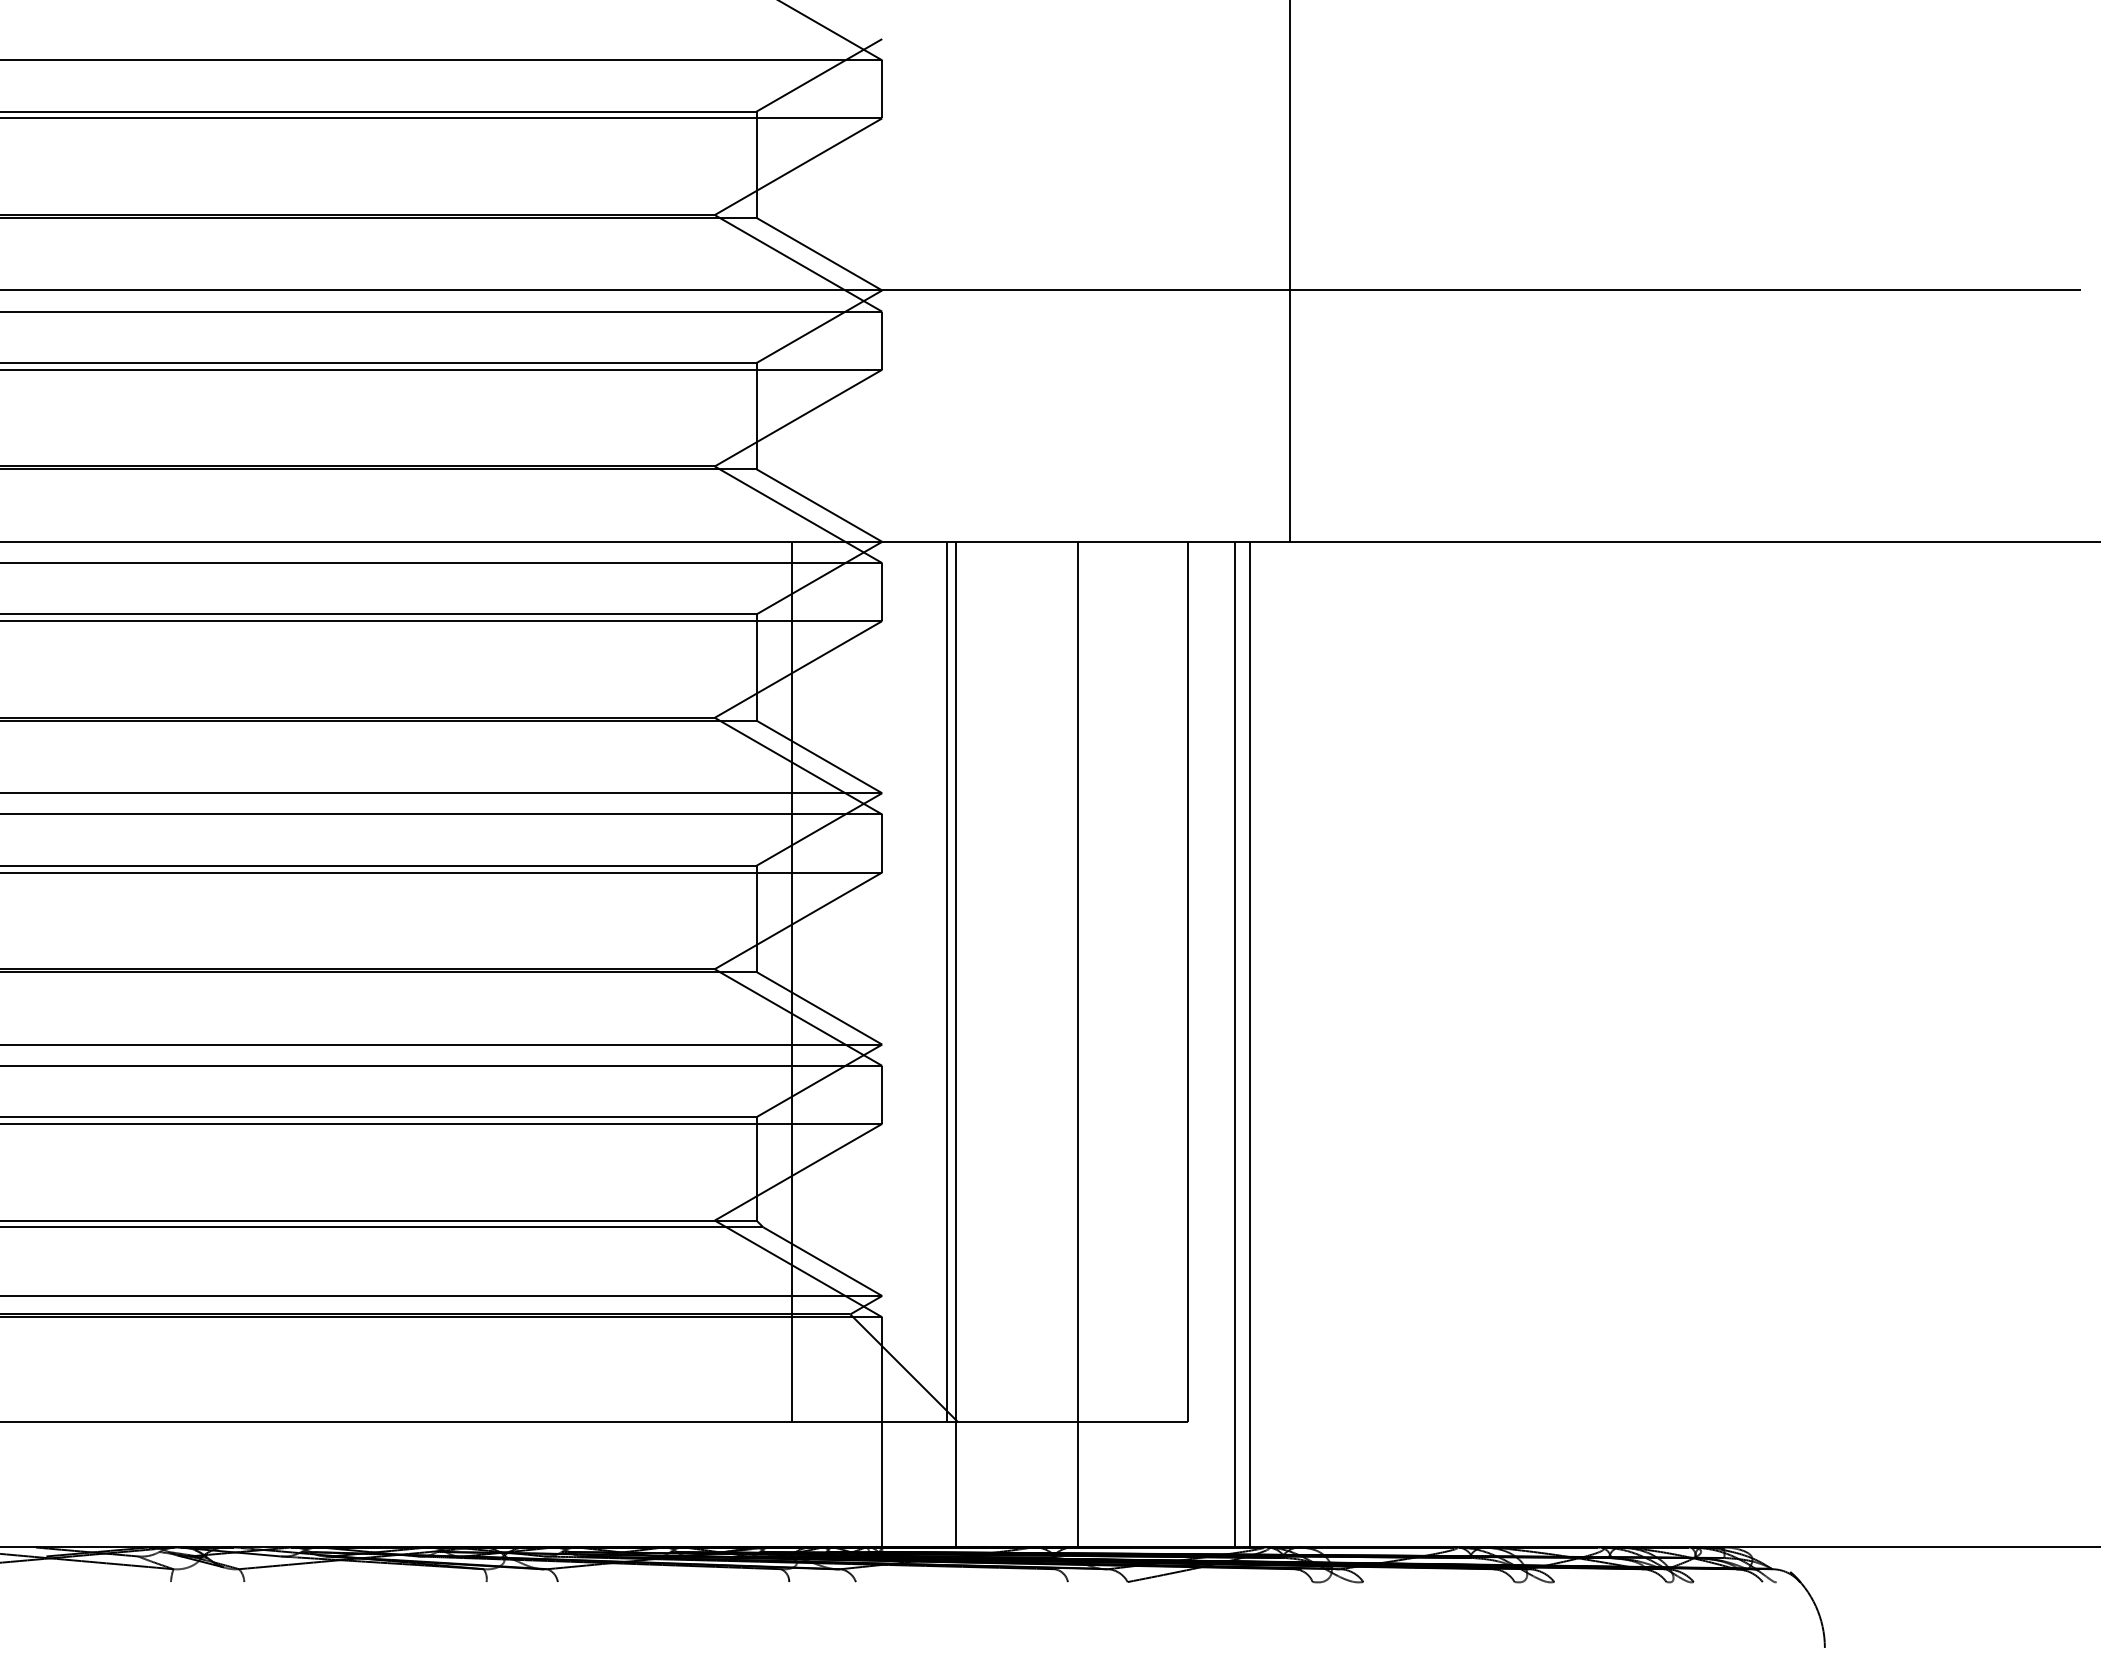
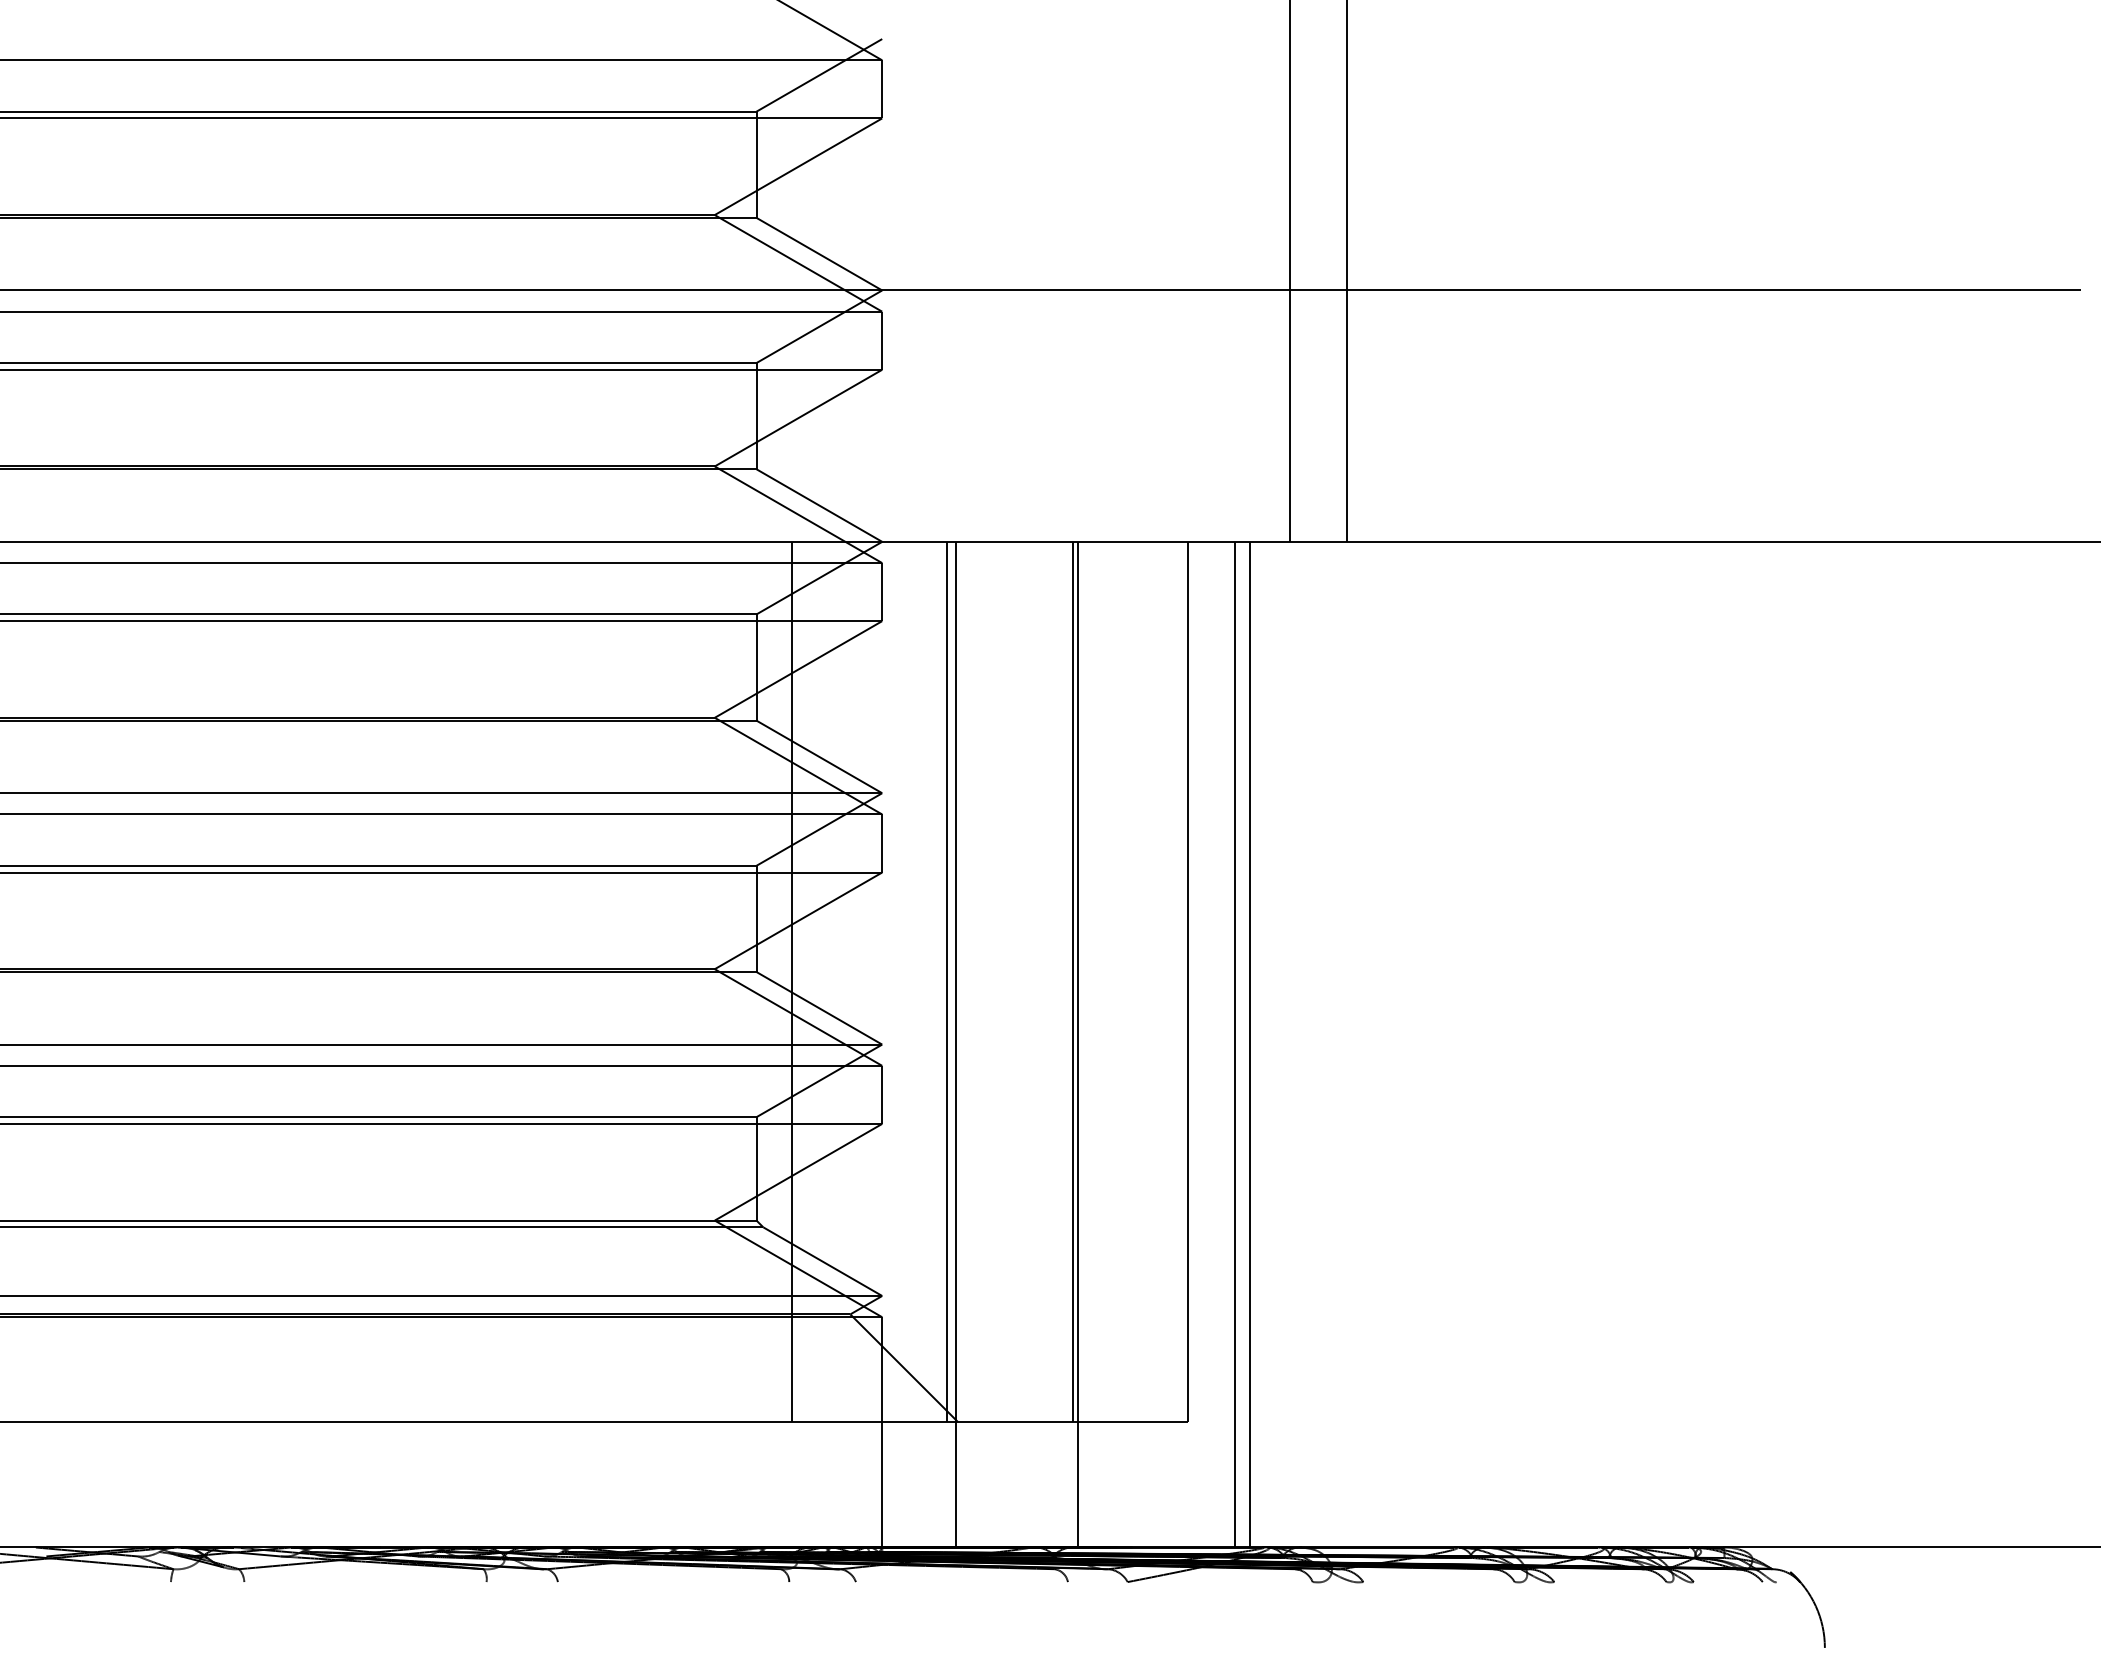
line at (1347, 271): none -> present
line at (1073, 981): none -> present
